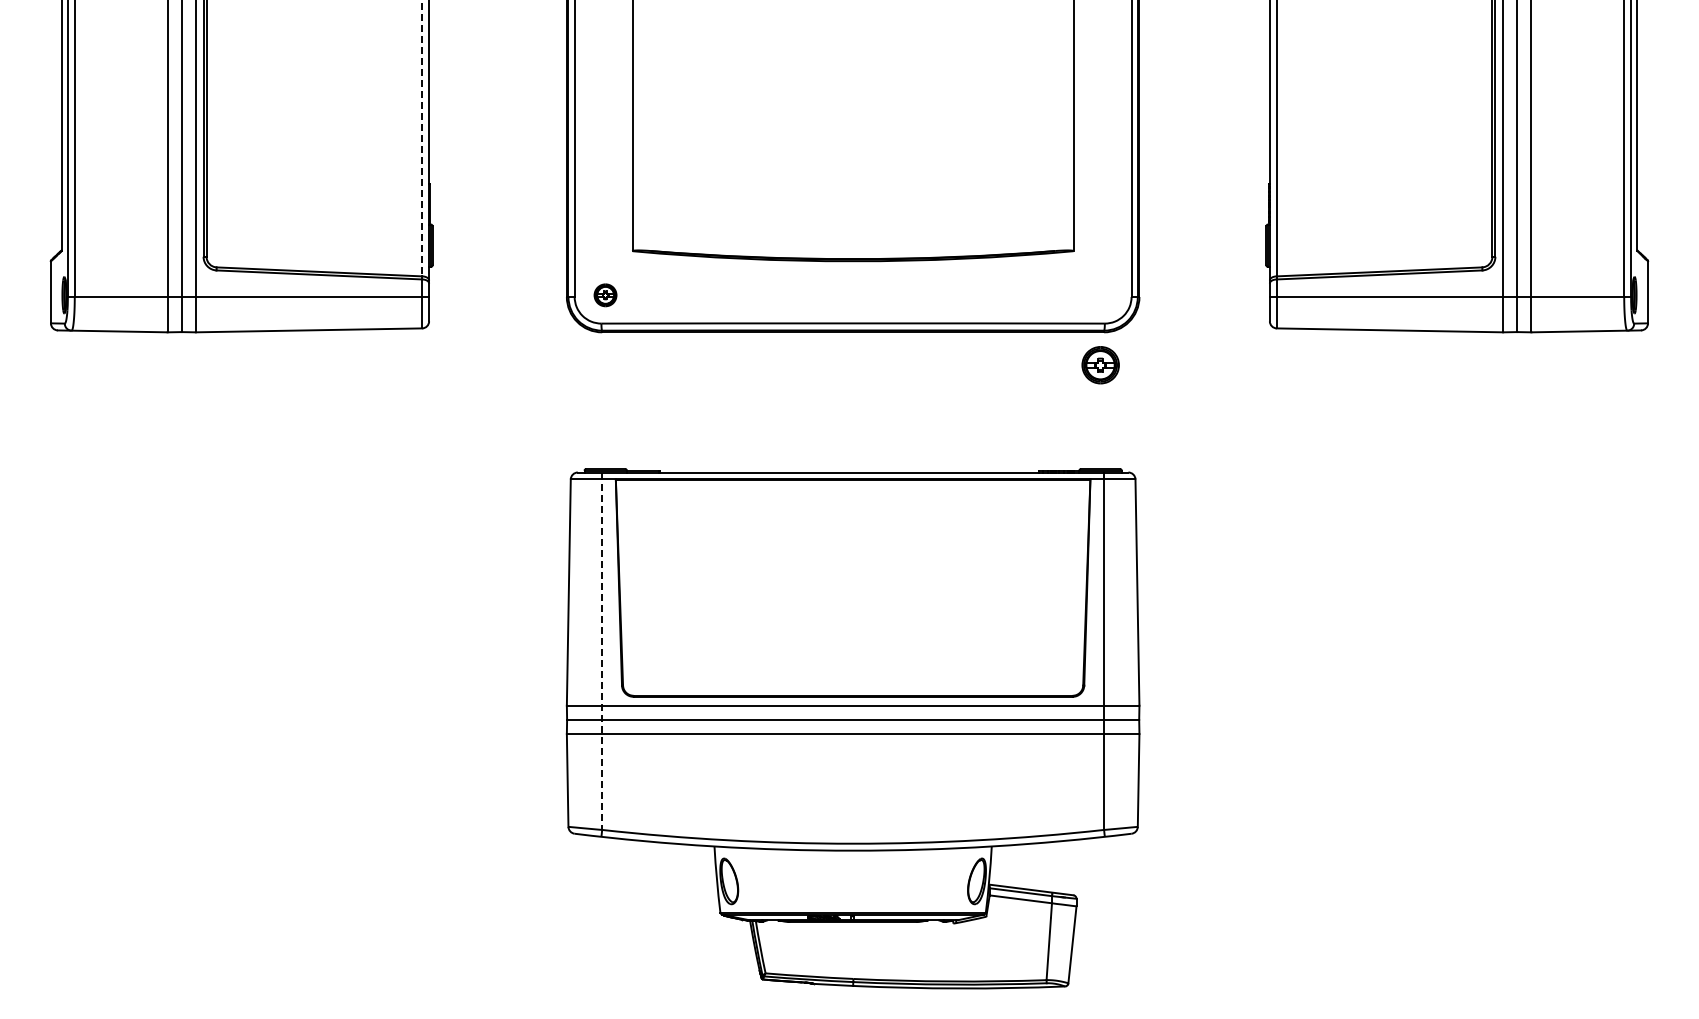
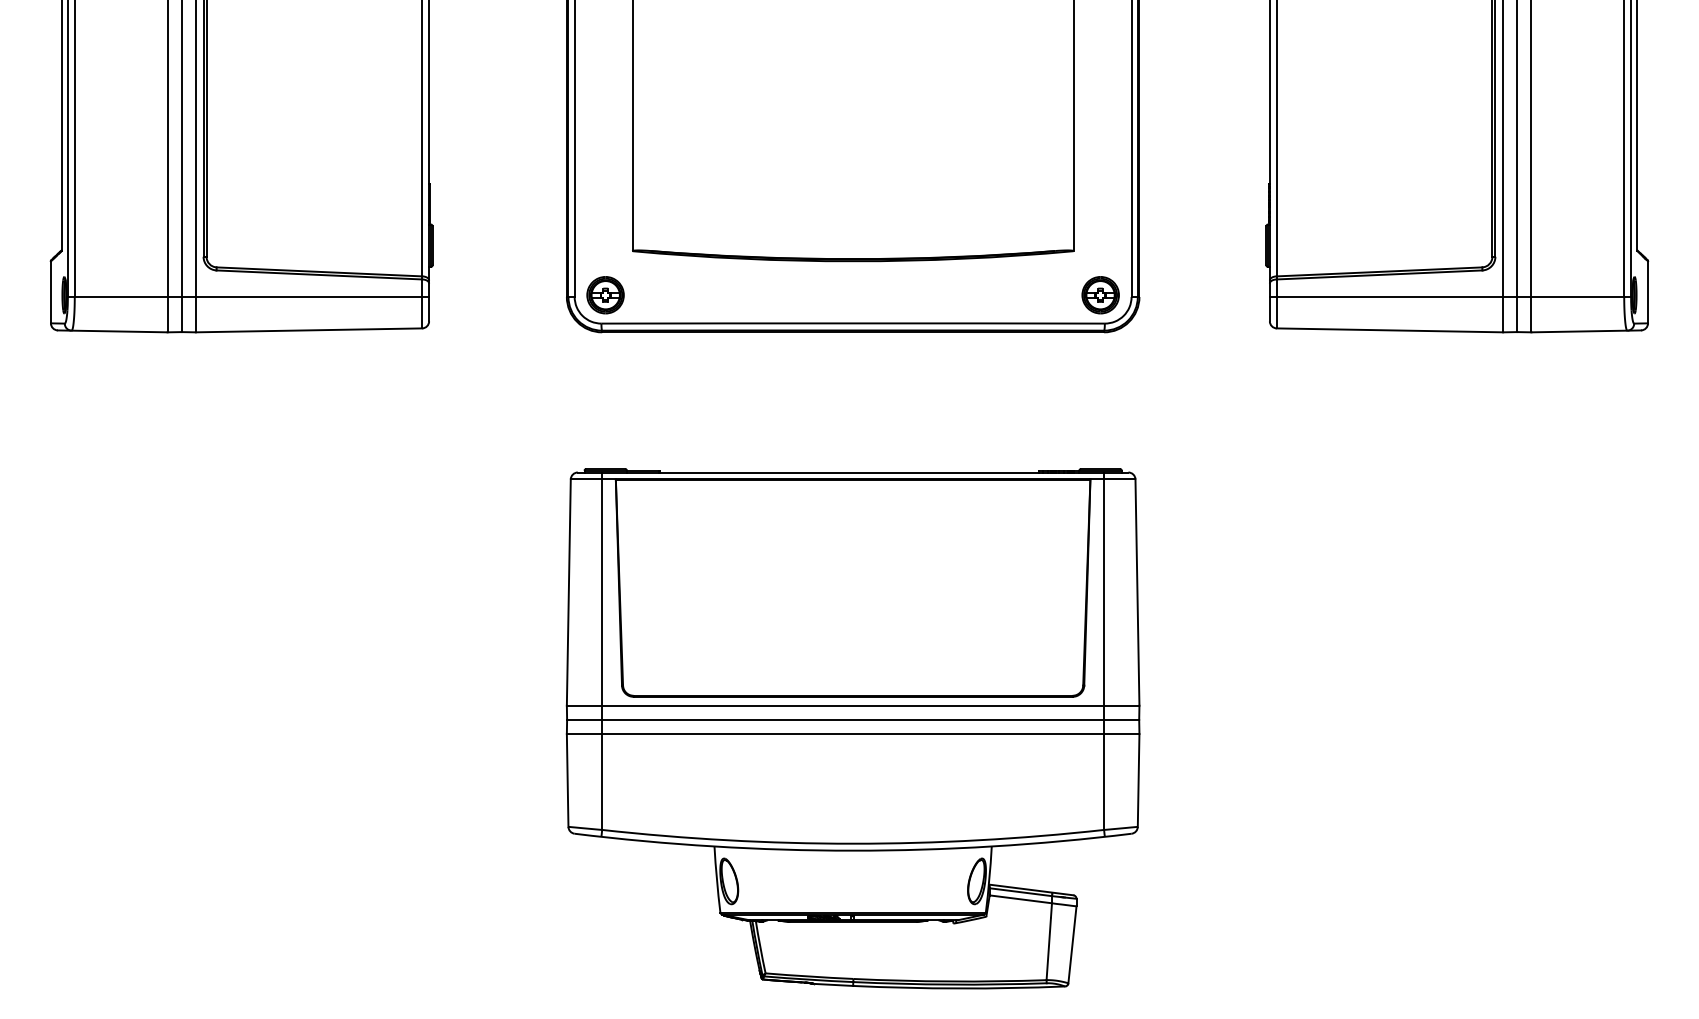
line at (422, 138): dashed -> solid
part at (605, 295) size: 25x25 px -> 39x39 px
part at (1100, 365) position: (1100, 365) -> (1100, 295)
line at (602, 651): dashed -> solid
